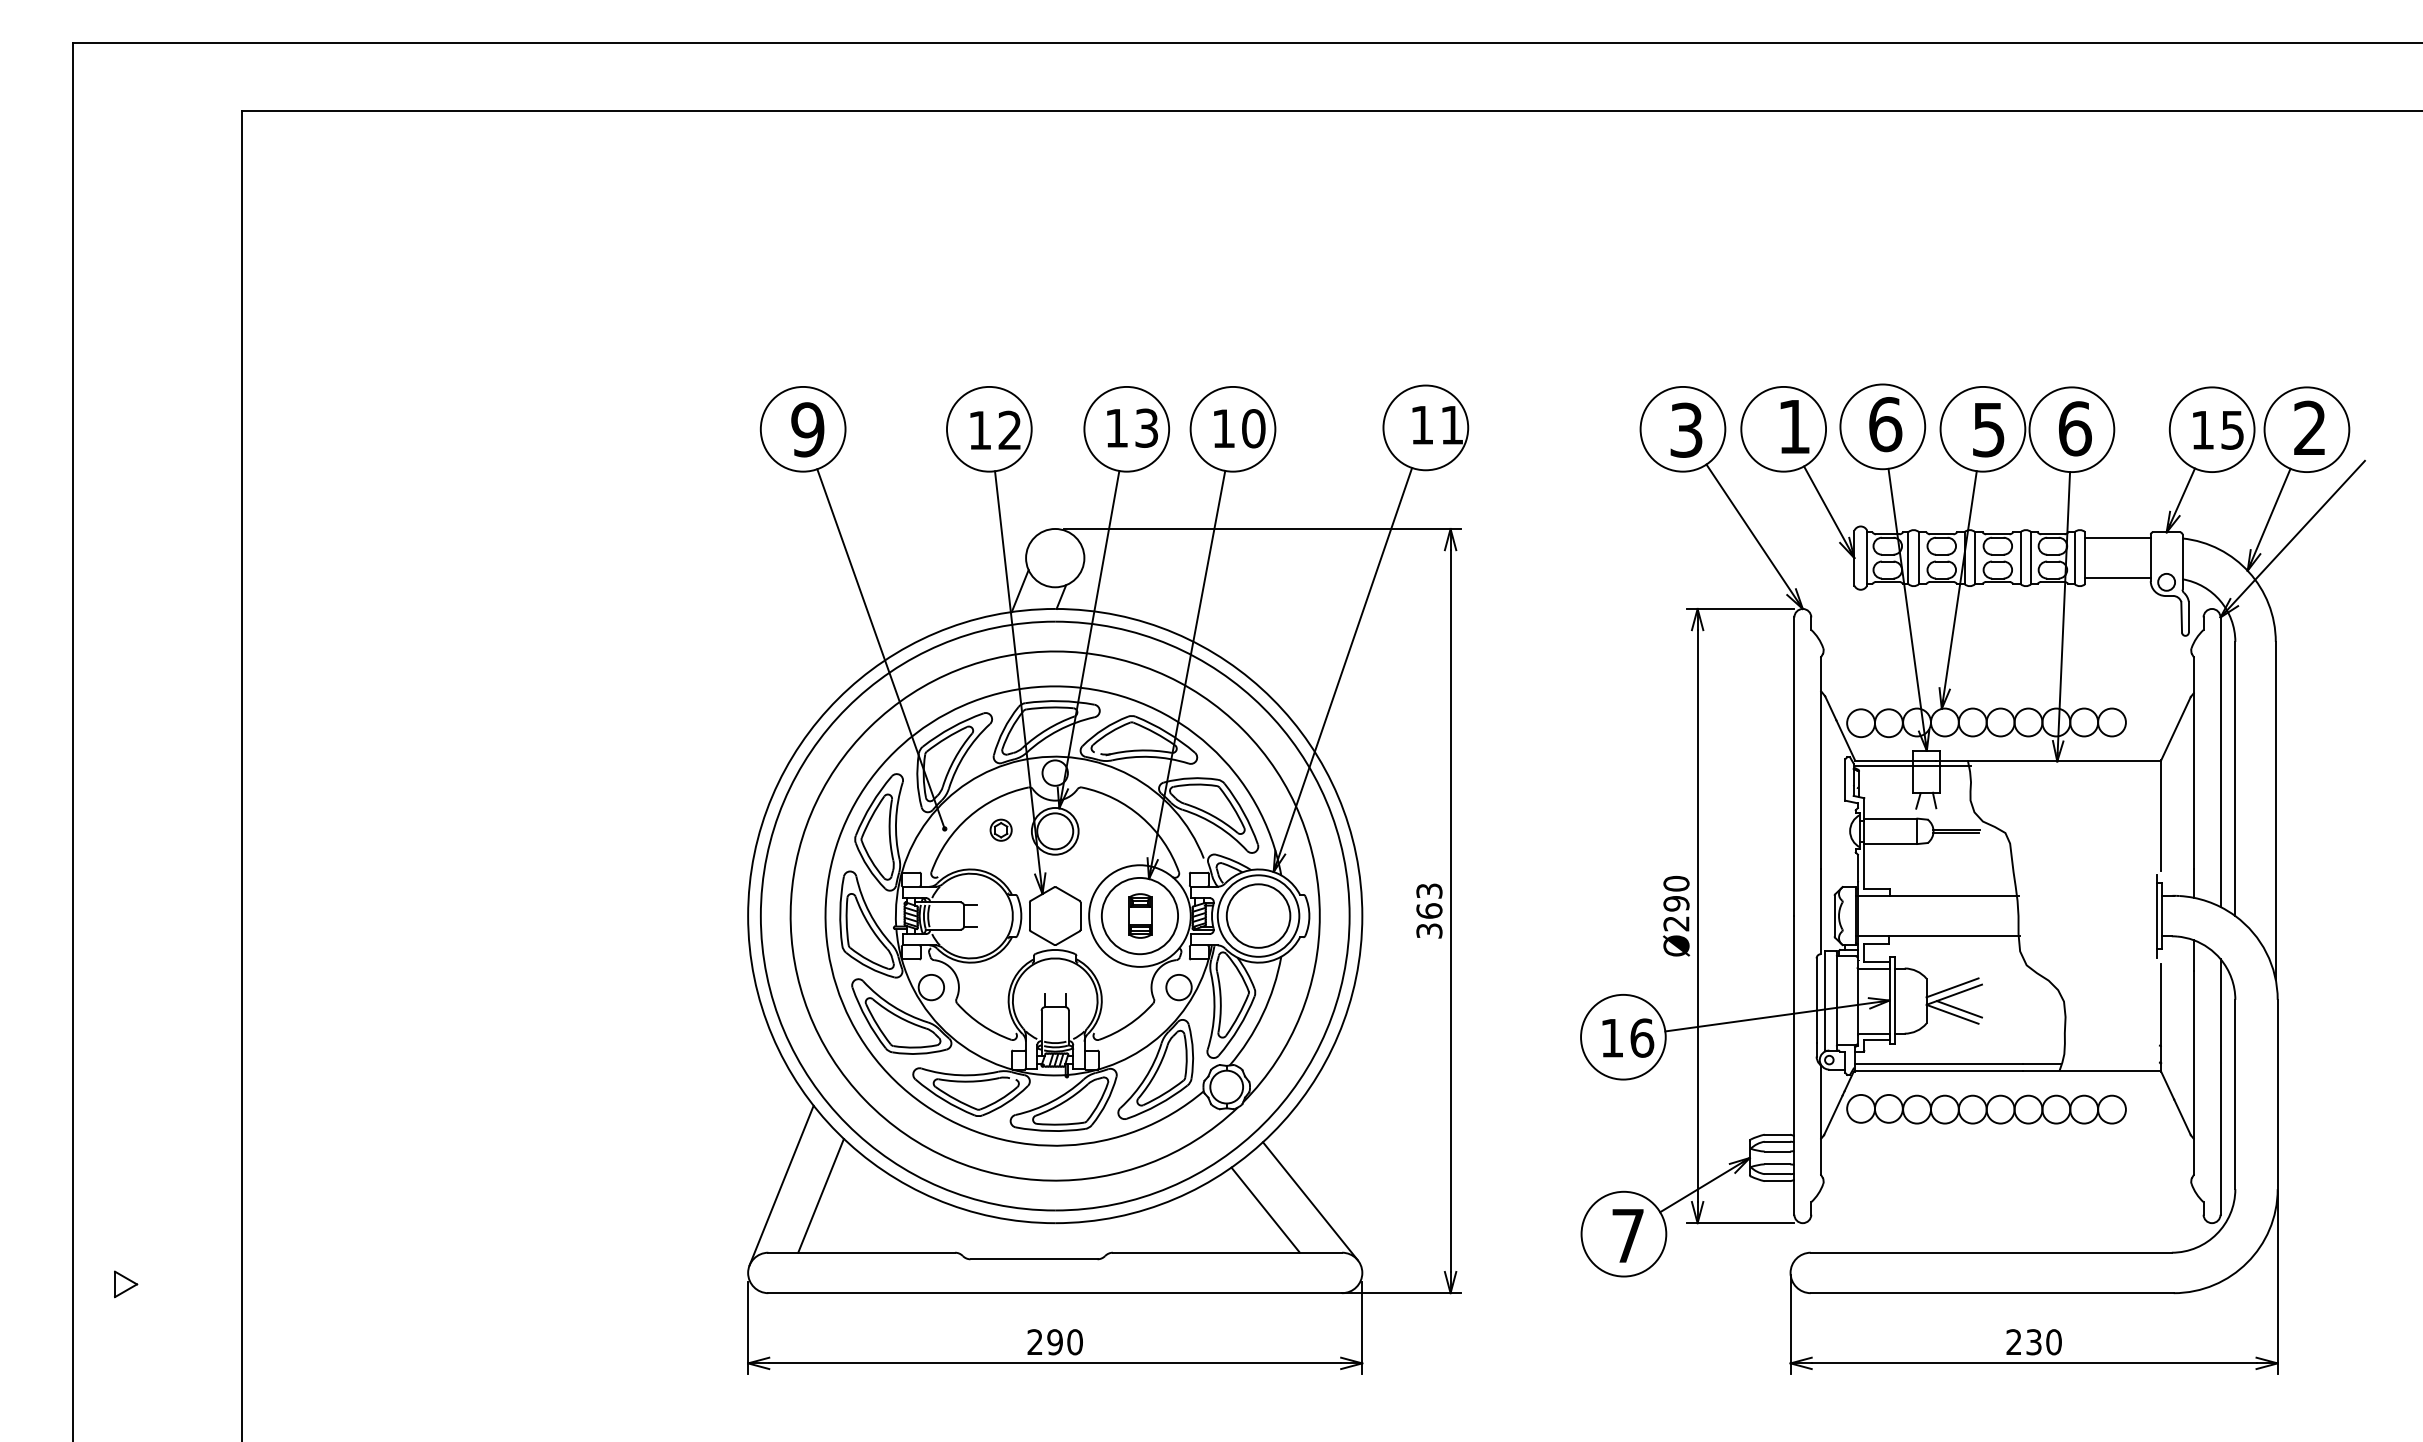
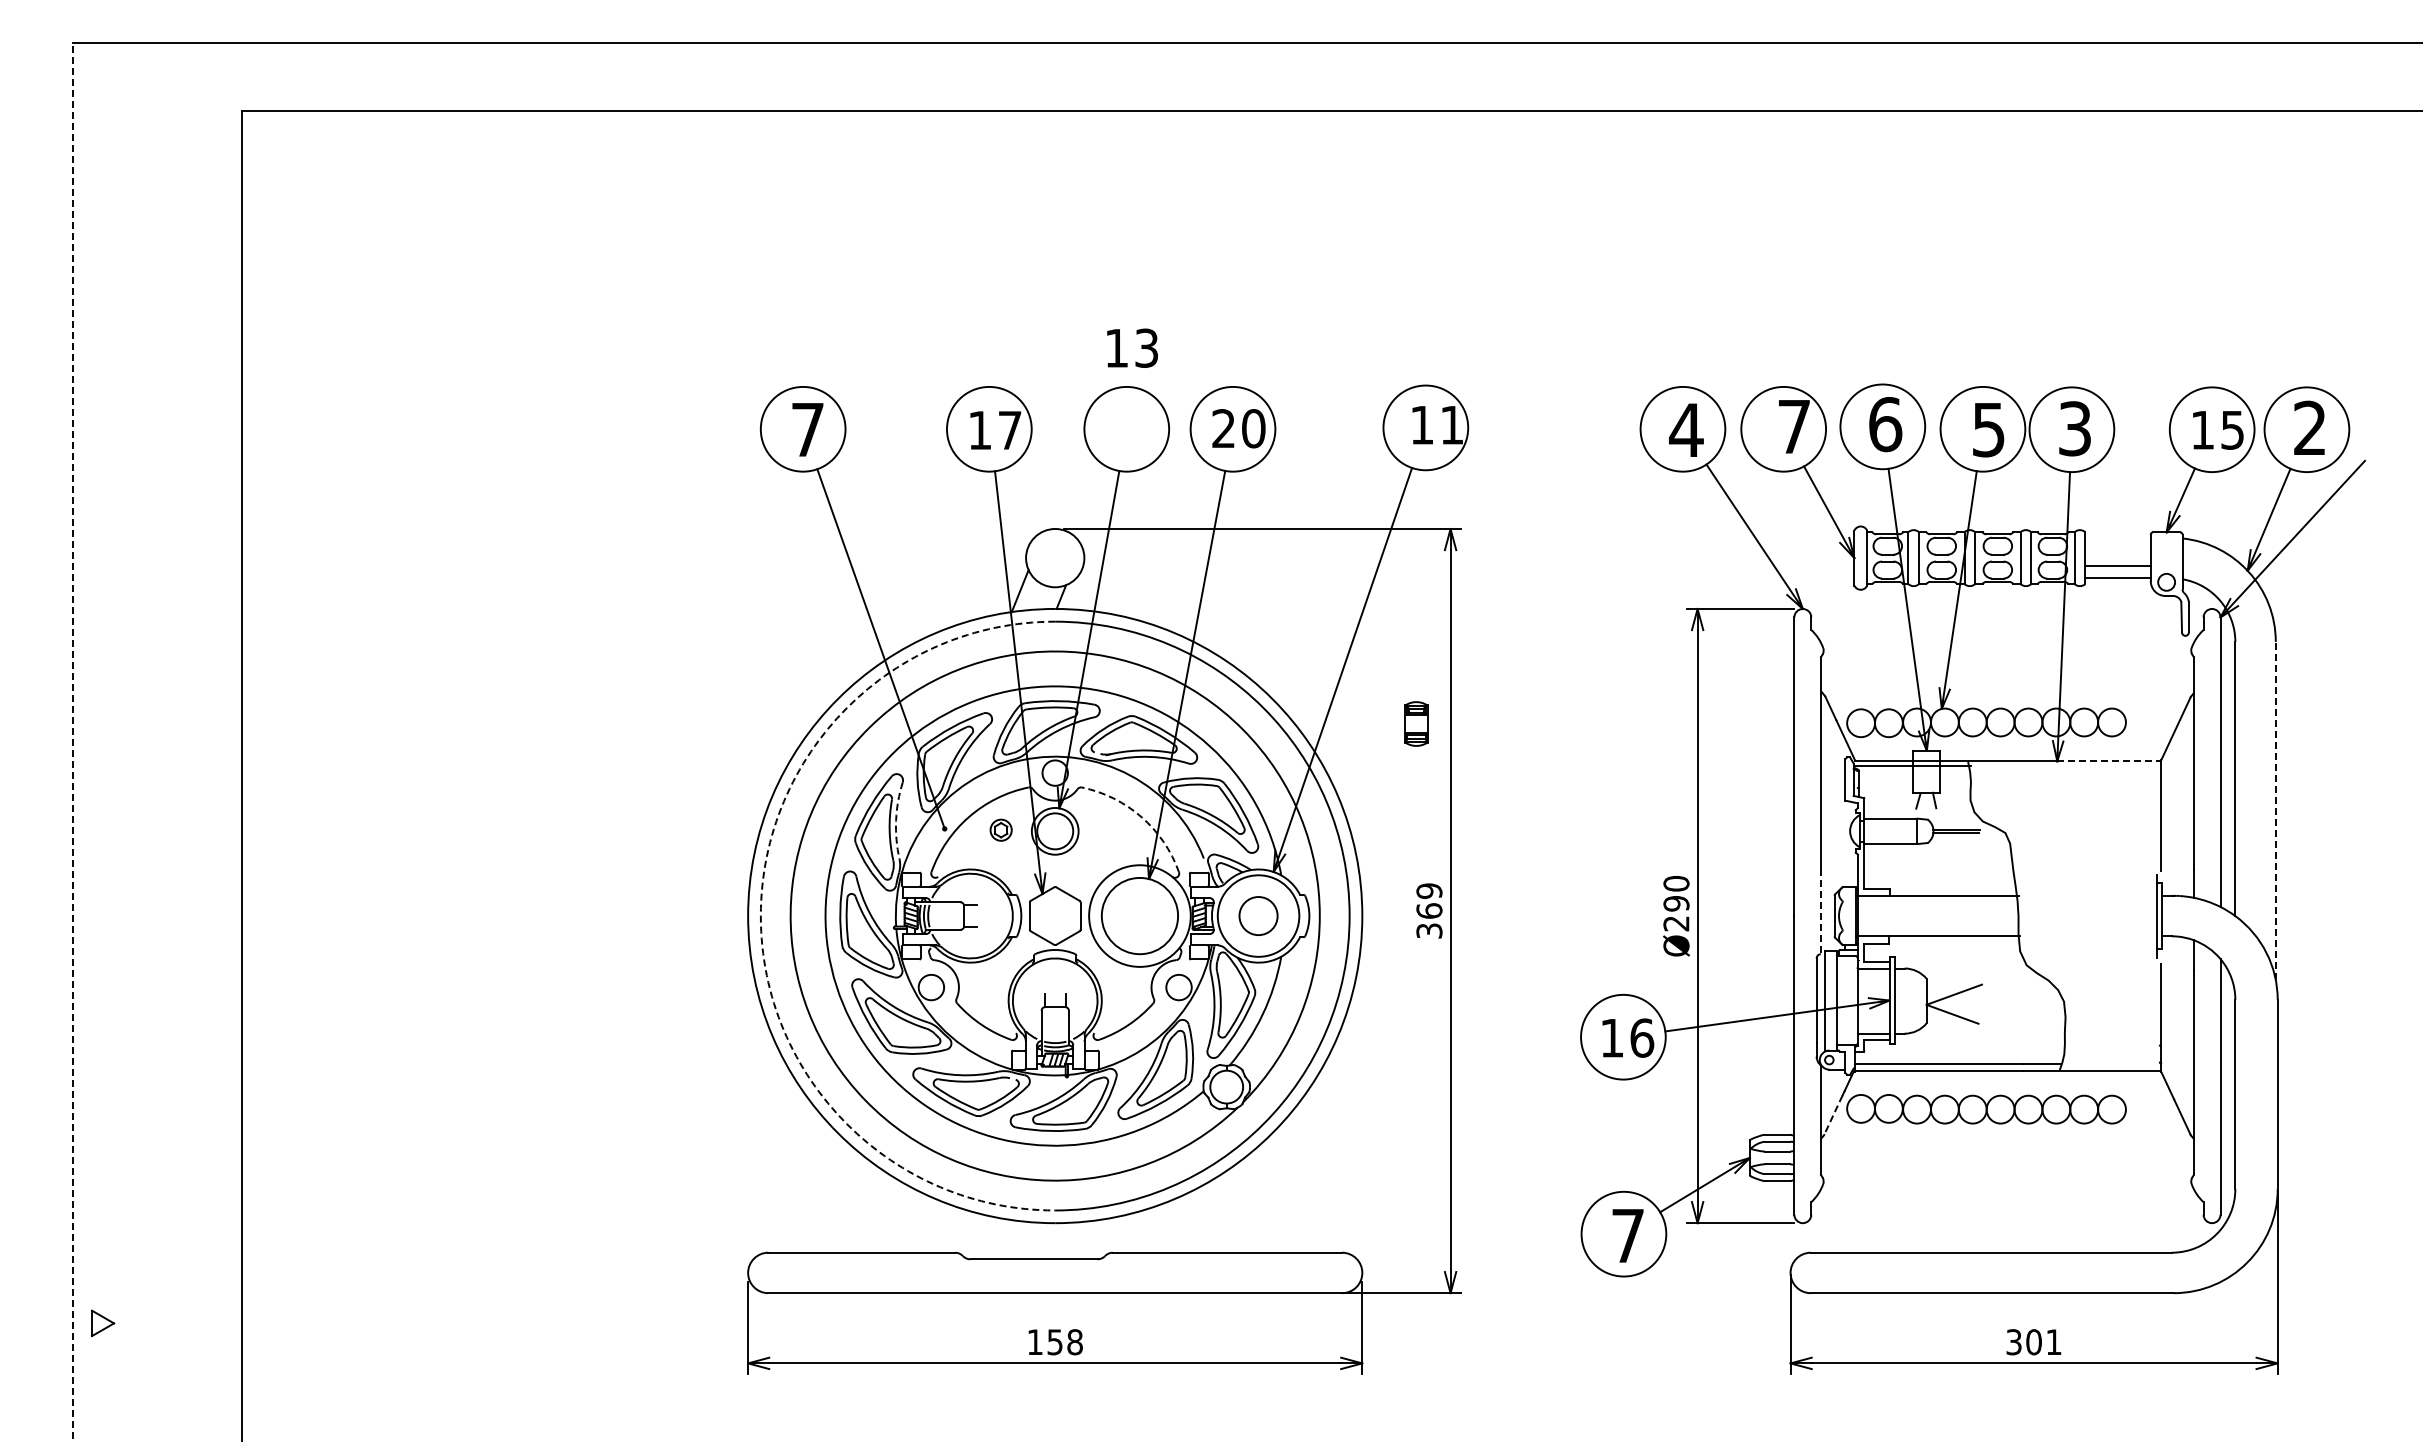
text at (1794, 426): 1 -> 7
text at (1132, 427) position: (1132, 427) -> (1132, 347)
text at (1223, 428): 10 -> 20
text at (2075, 428): 6 -> 3
text at (807, 429): 9 -> 7
text at (1009, 429): 12 -> 17
text at (1686, 429): 3 -> 4
line at (2117, 537) position: (2117, 537) -> (2117, 565)
line at (72, 742): solid -> dashed
line at (2109, 761): solid -> dashed
line at (2275, 810): solid -> dashed
arc at (1141, 817): solid -> dashed
arc at (896, 820): solid -> dashed
text at (1429, 890): 363 -> 369
line at (1821, 912): solid -> dashed
part at (1140, 915) position: (1140, 915) -> (1416, 723)
circle at (1258, 915) diameter: 64 px -> 38 px
arc at (760, 916): solid -> dashed
line at (1952, 987): present -> none
line at (1959, 1009): present -> none
line at (1833, 1115): solid -> dashed
line at (781, 1185): present -> none
line at (820, 1195): present -> none
line at (1309, 1201): present -> none
line at (1265, 1209): present -> none
part at (126, 1284) position: (126, 1284) -> (103, 1323)
text at (1054, 1342): 290 -> 158
text at (2033, 1342): 230 -> 301
